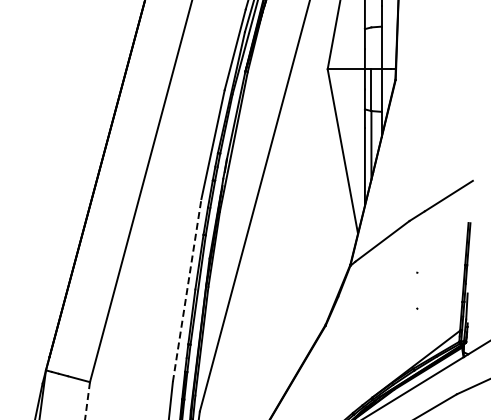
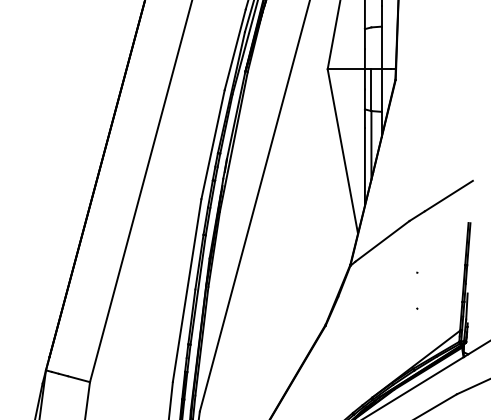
line at (187, 290): dashed -> solid
line at (87, 400): dashed -> solid
